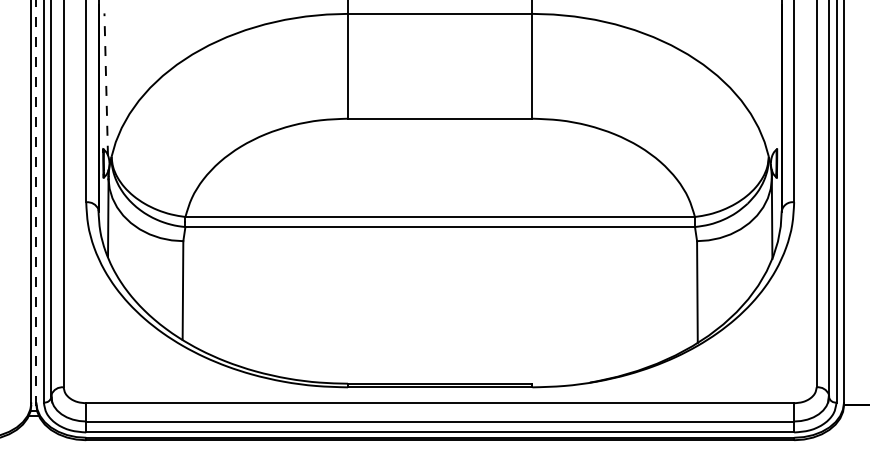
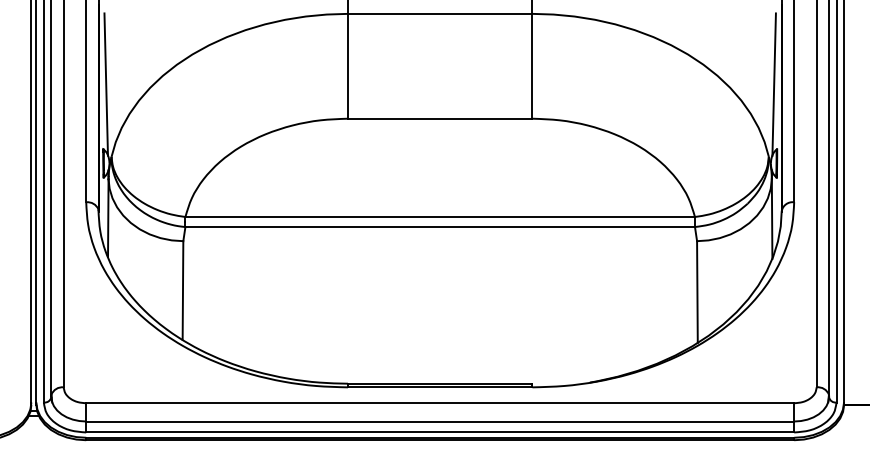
line at (106, 84): dashed -> solid
line at (773, 84): none -> present
line at (36, 201): dashed -> solid
